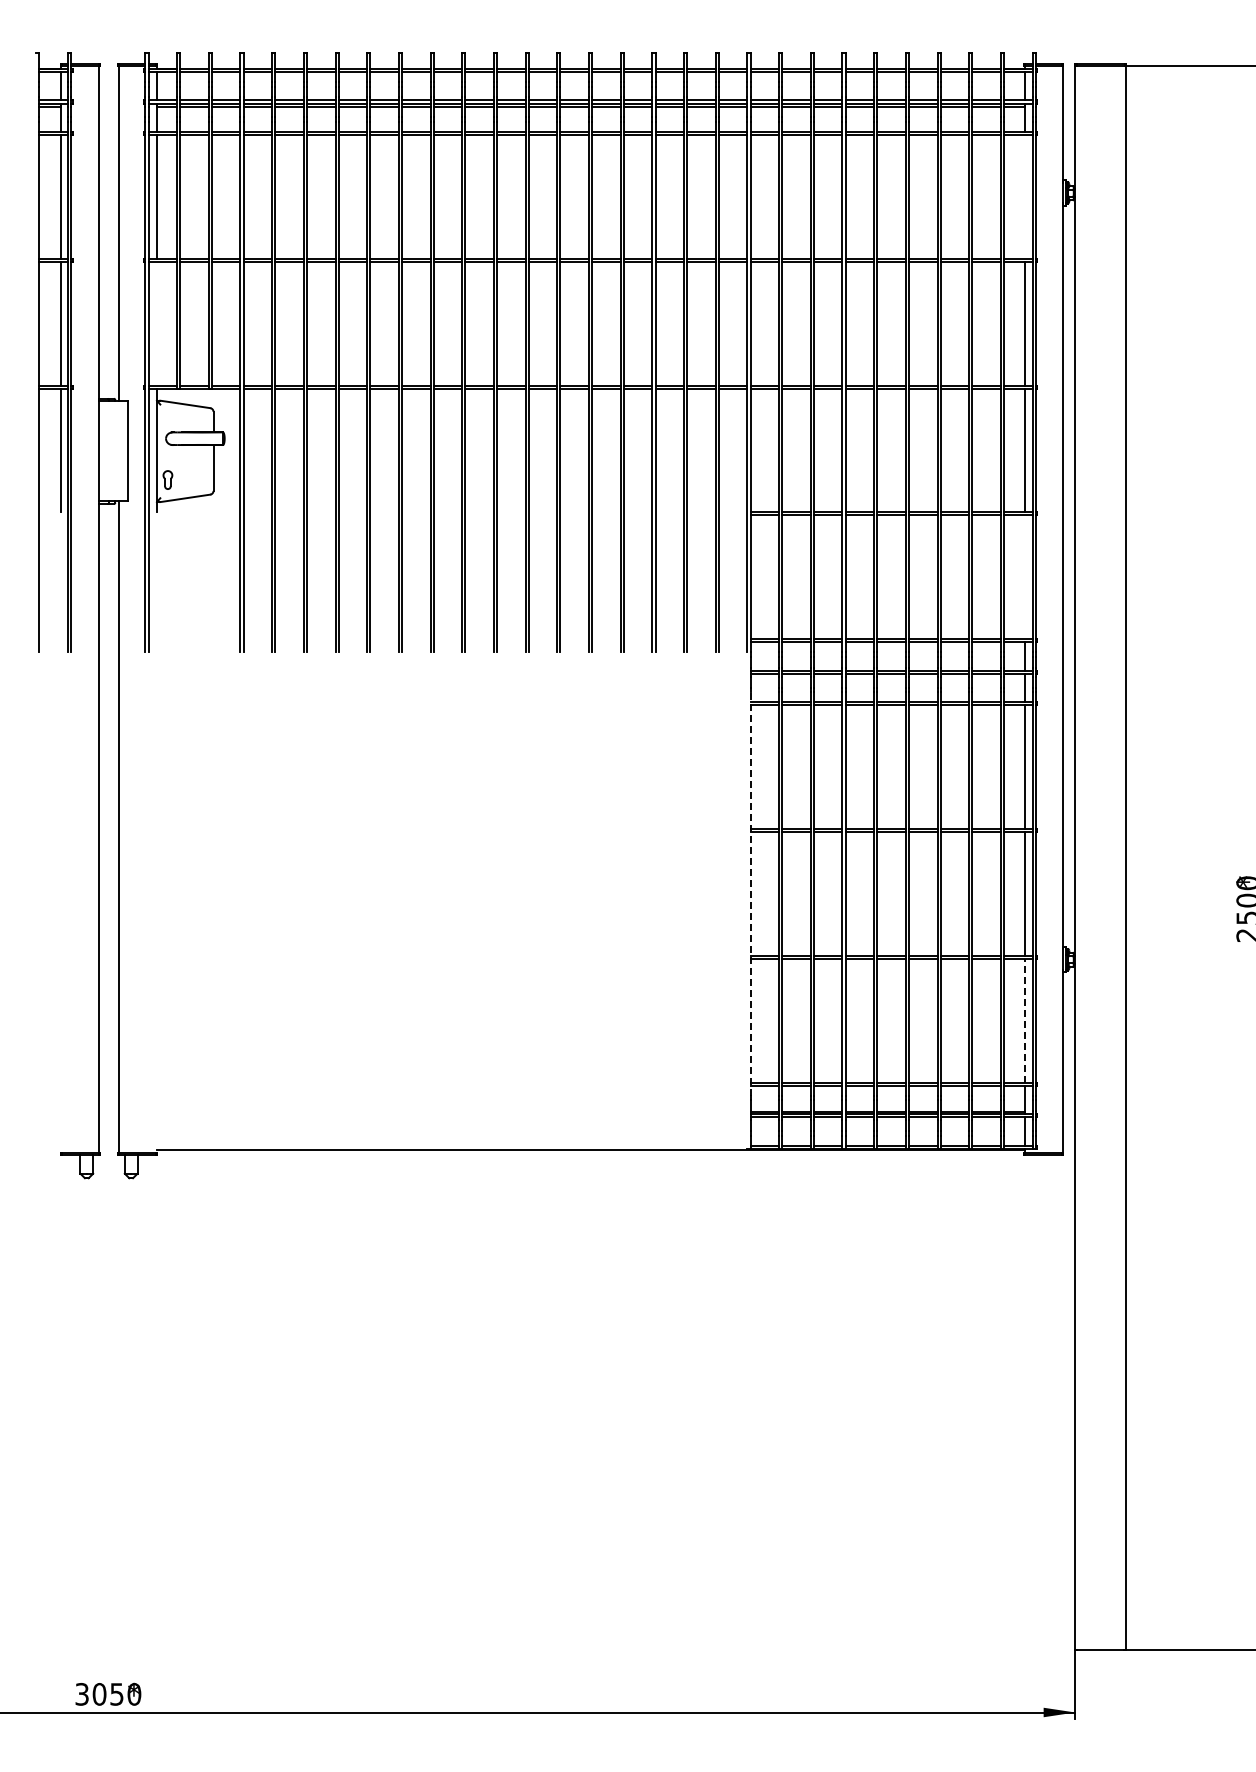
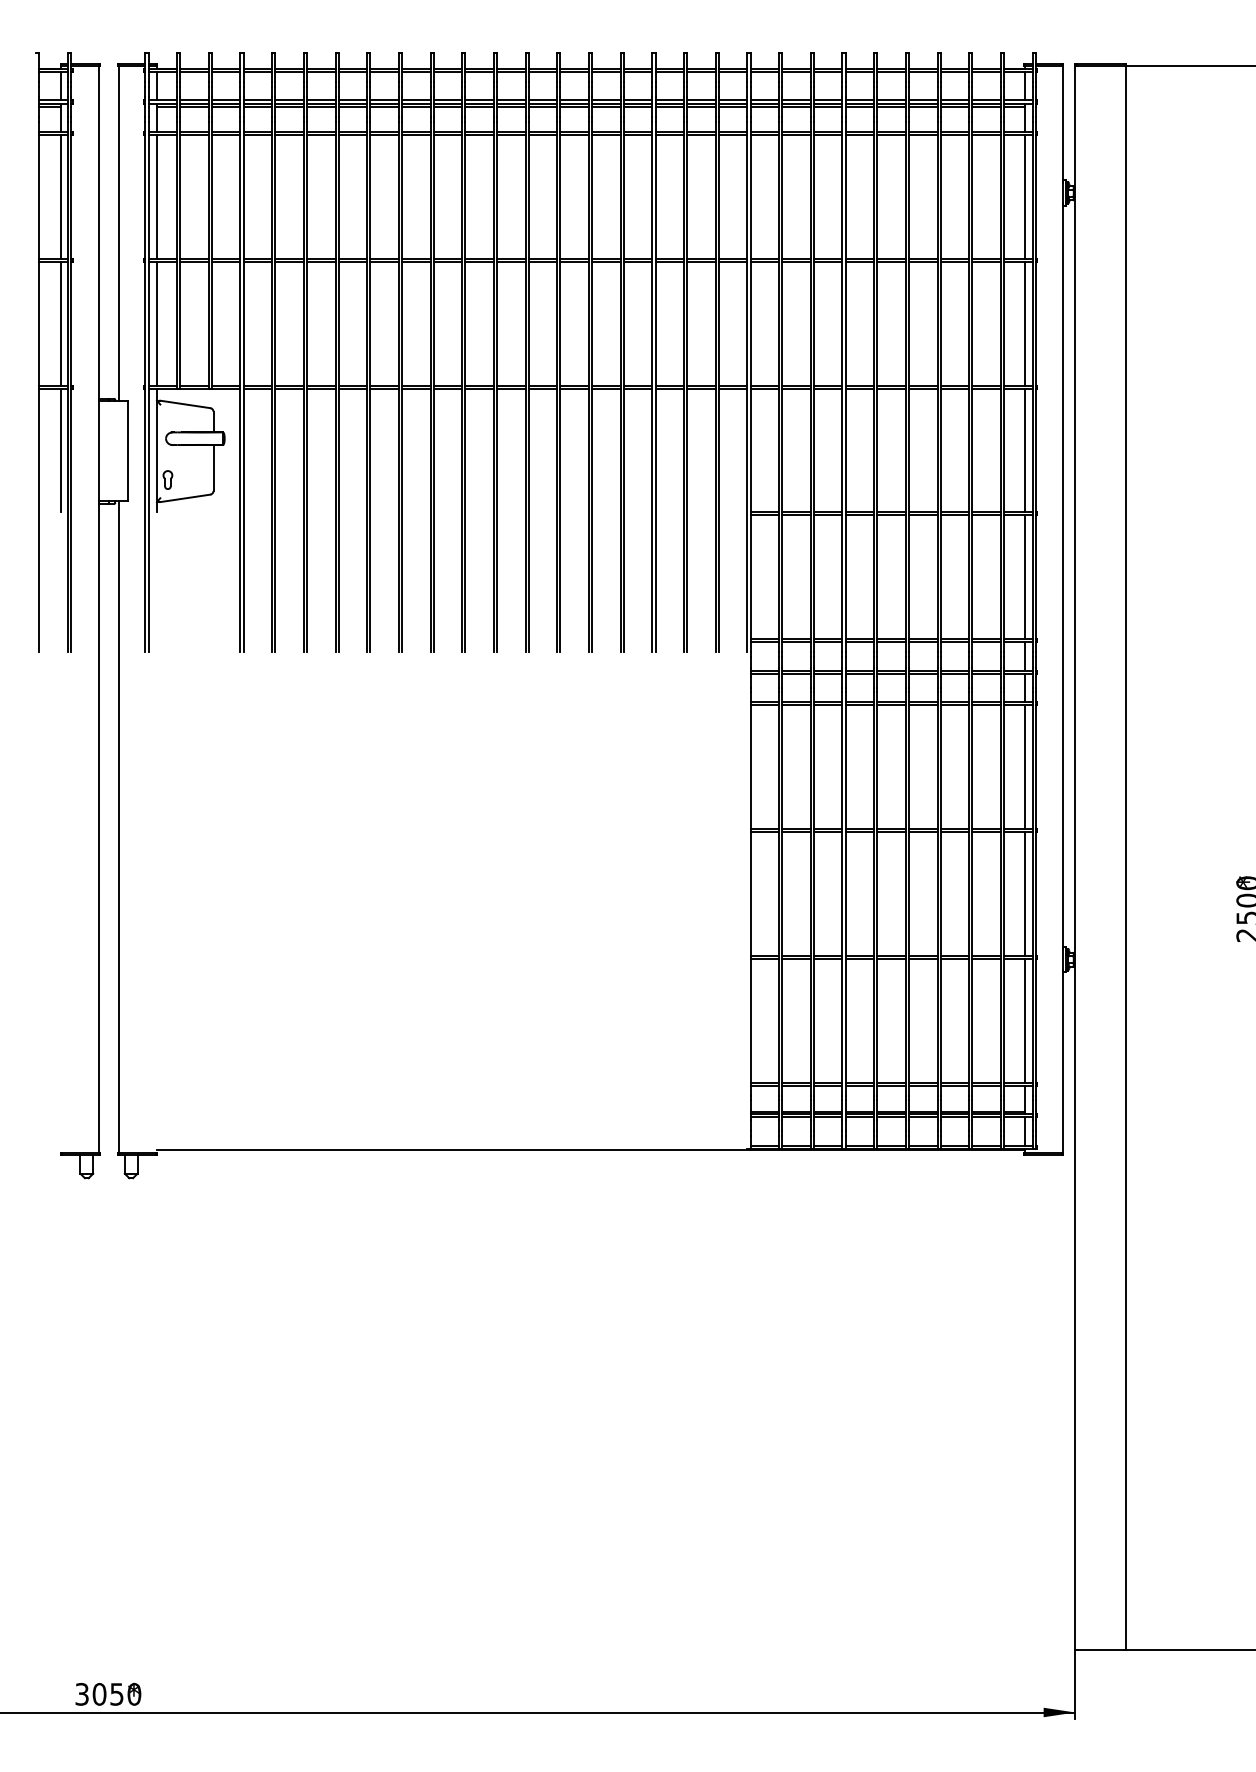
line at (1024, 196): none -> present
line at (156, 323): none -> present
line at (1024, 576): none -> present
line at (750, 894): dashed -> solid
line at (1024, 1020): dashed -> solid
